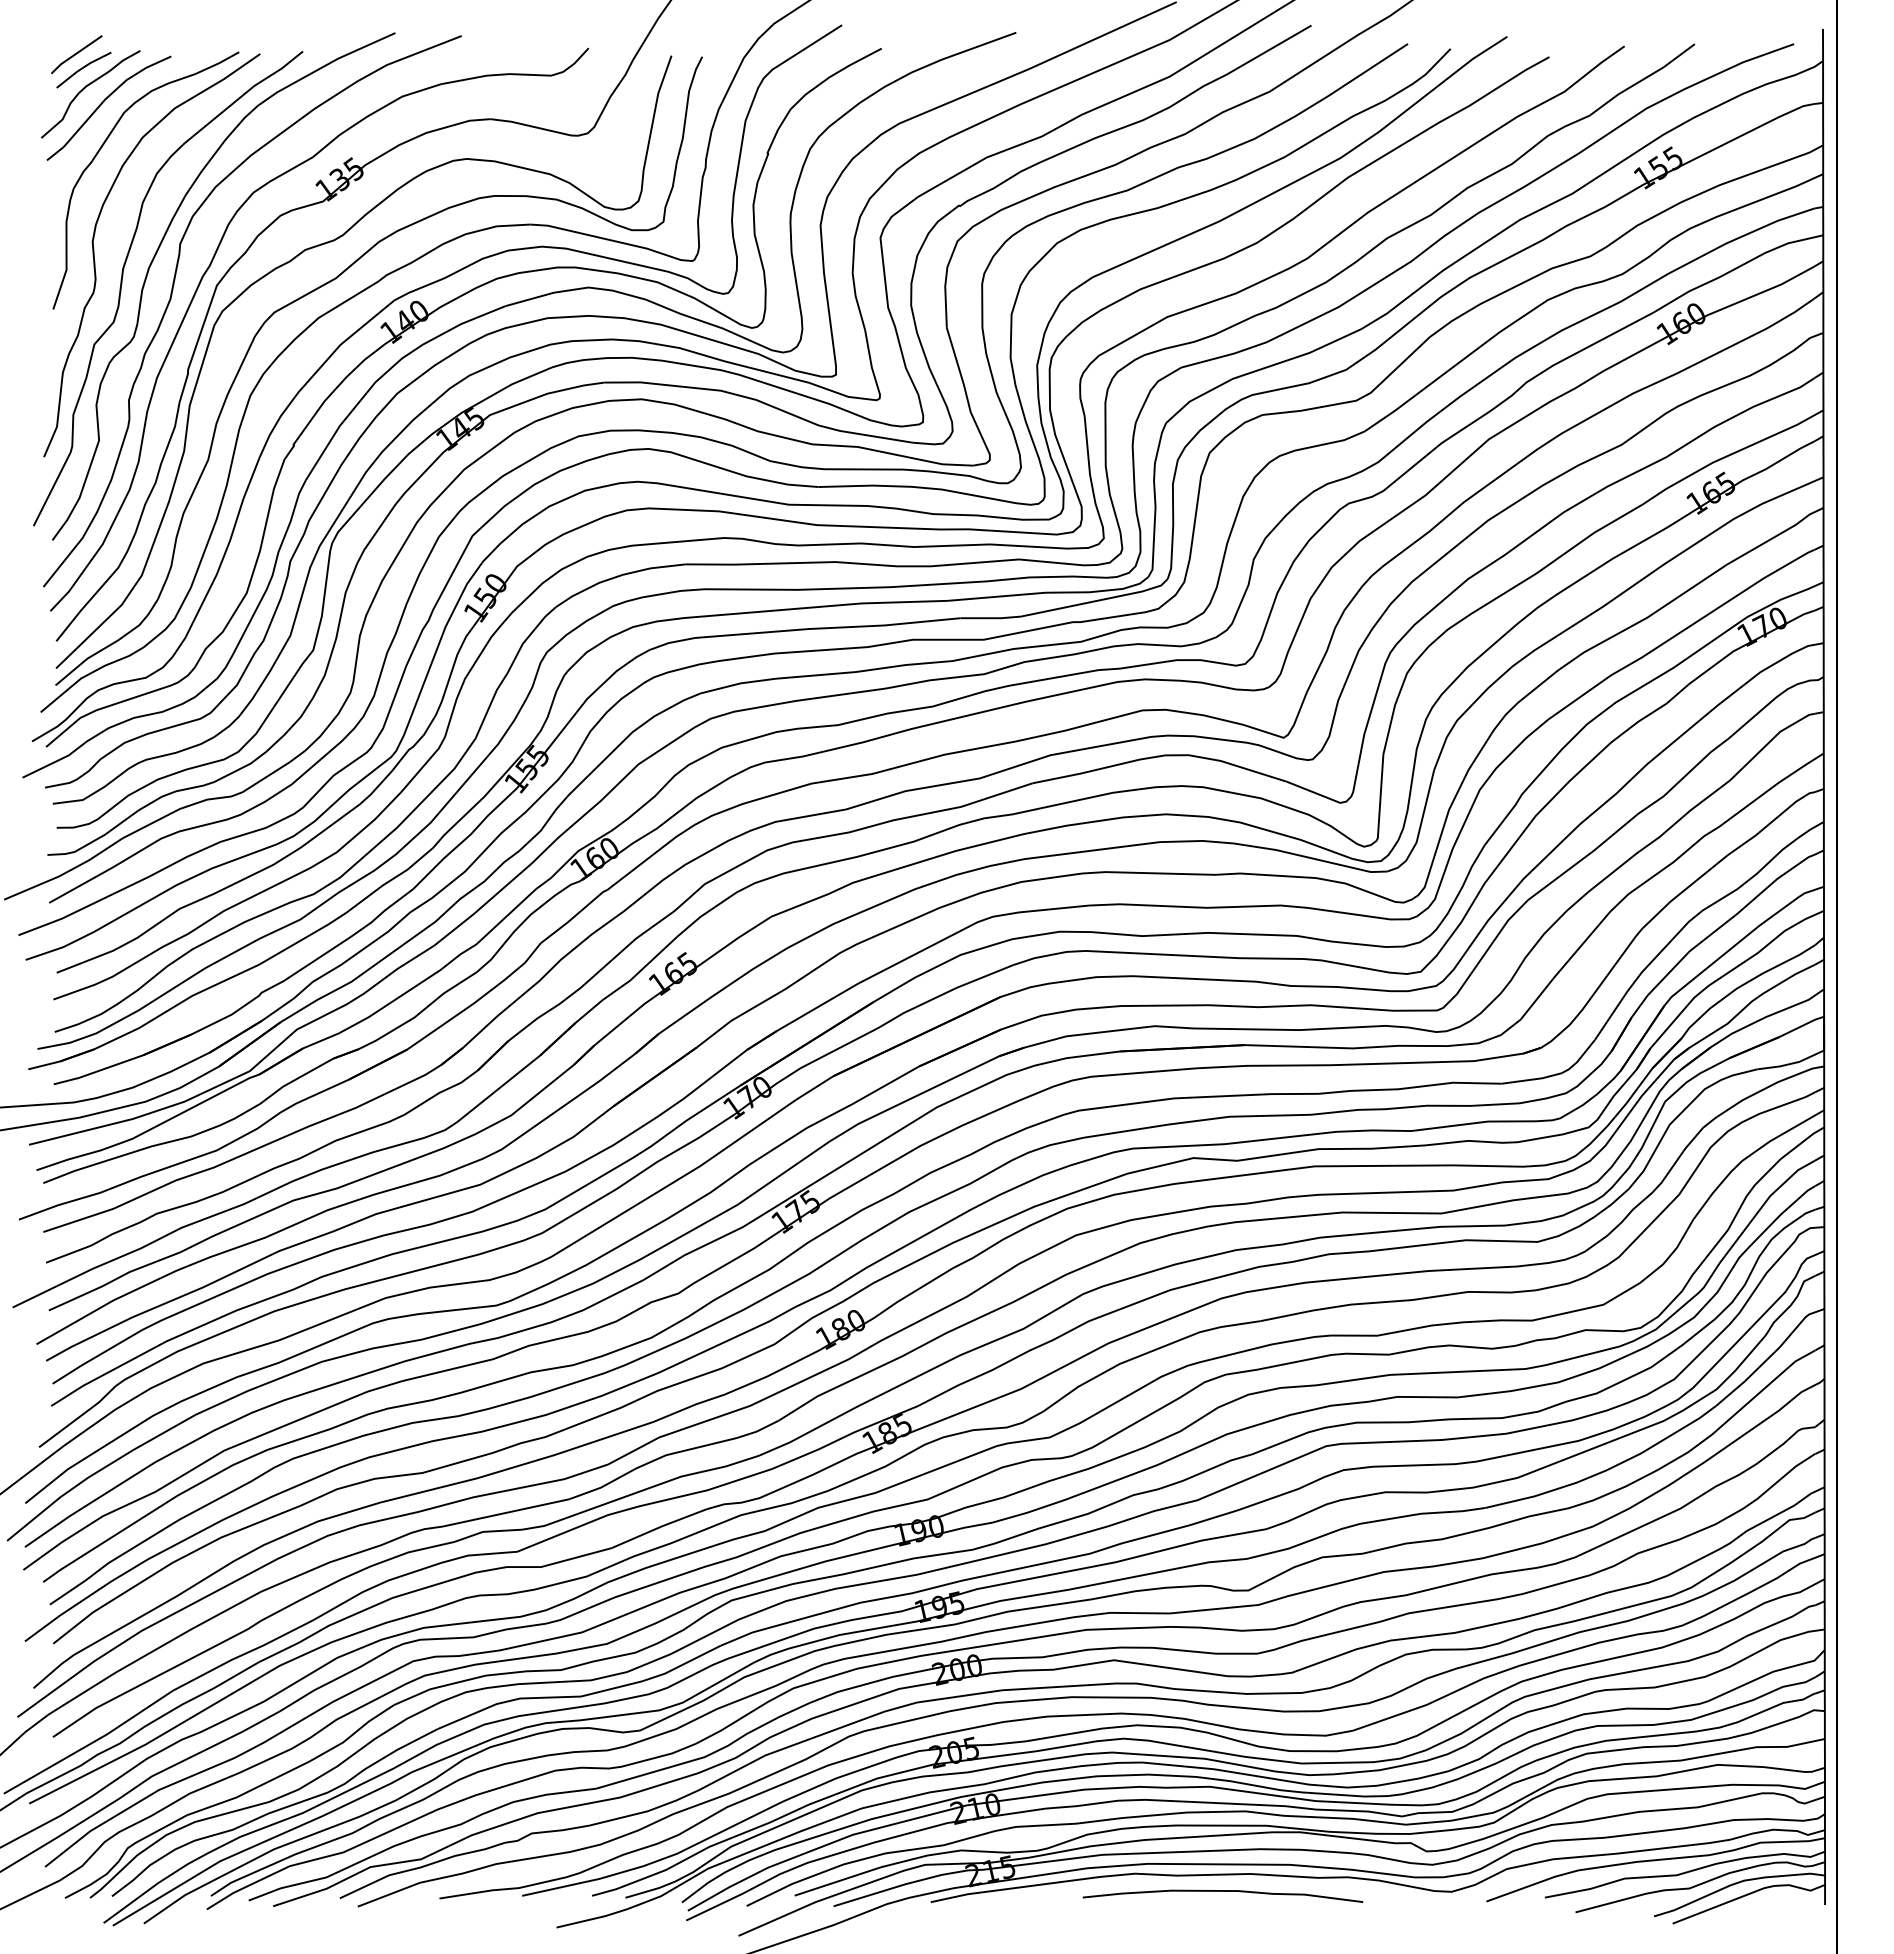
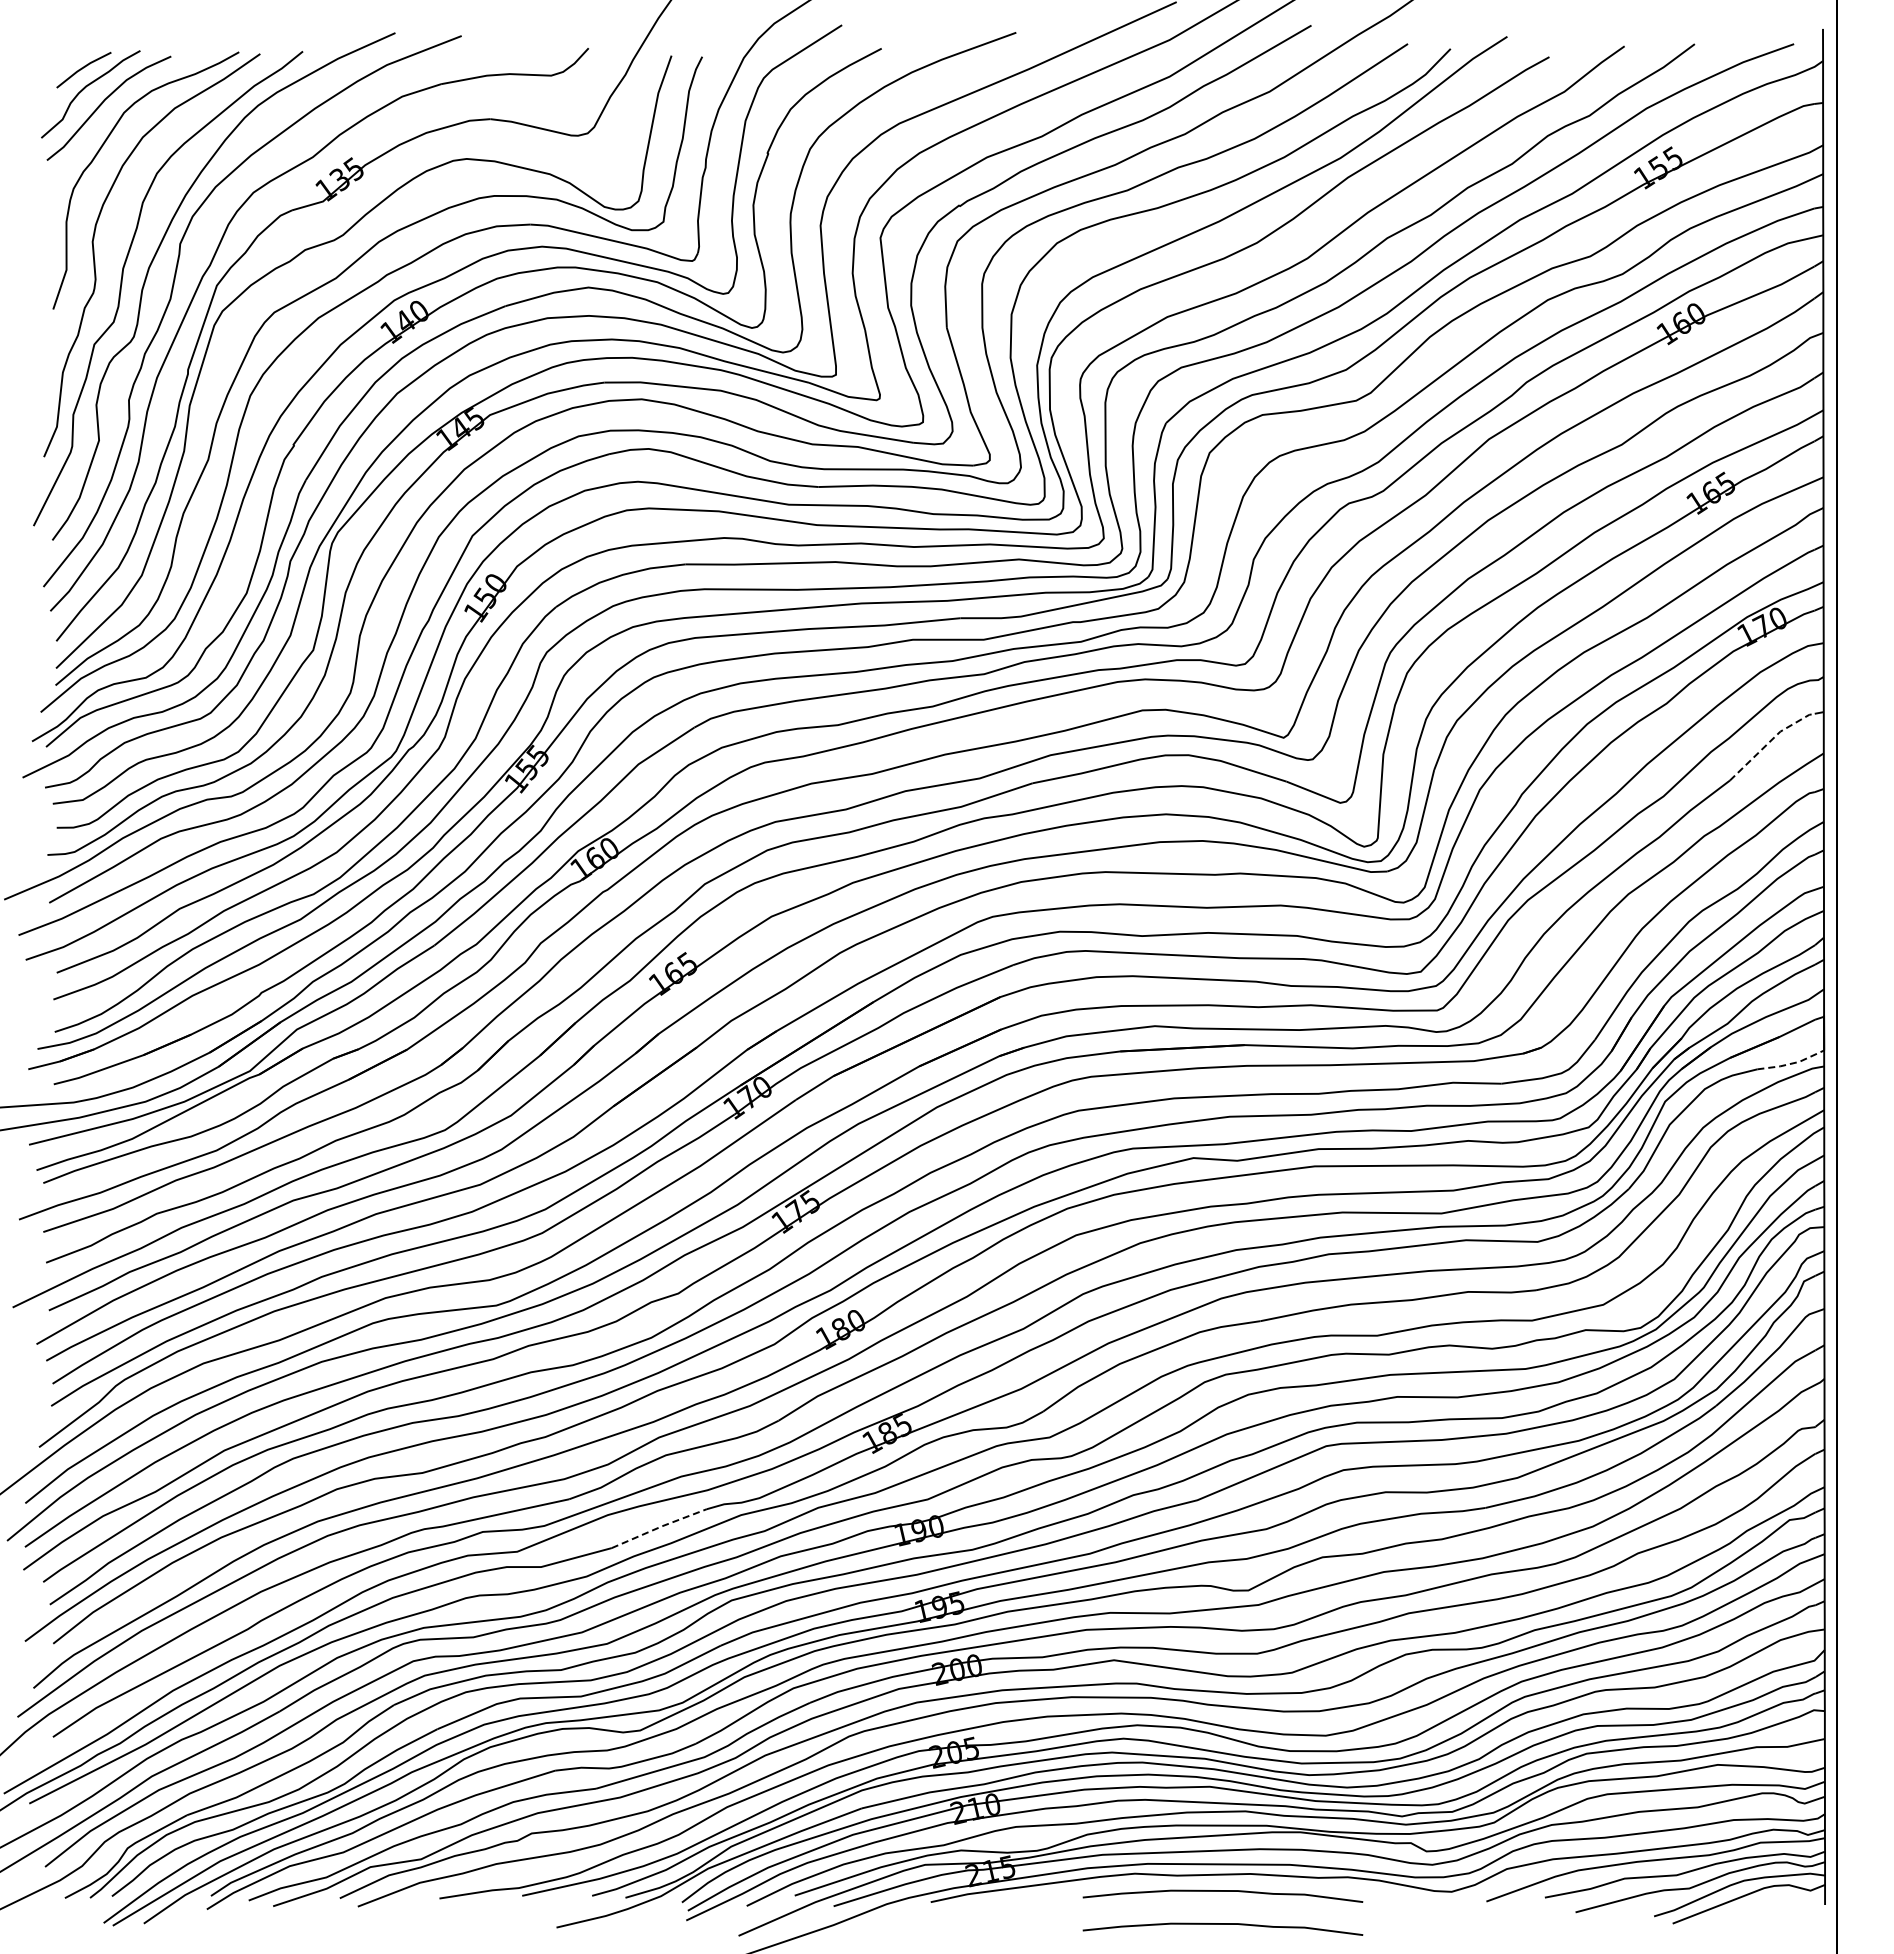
line at (76, 54): present -> none
line at (1770, 741): solid -> dashed
line at (1792, 1063): solid -> dashed
line at (659, 1527): solid -> dashed
curve at (1222, 1924): none -> present
